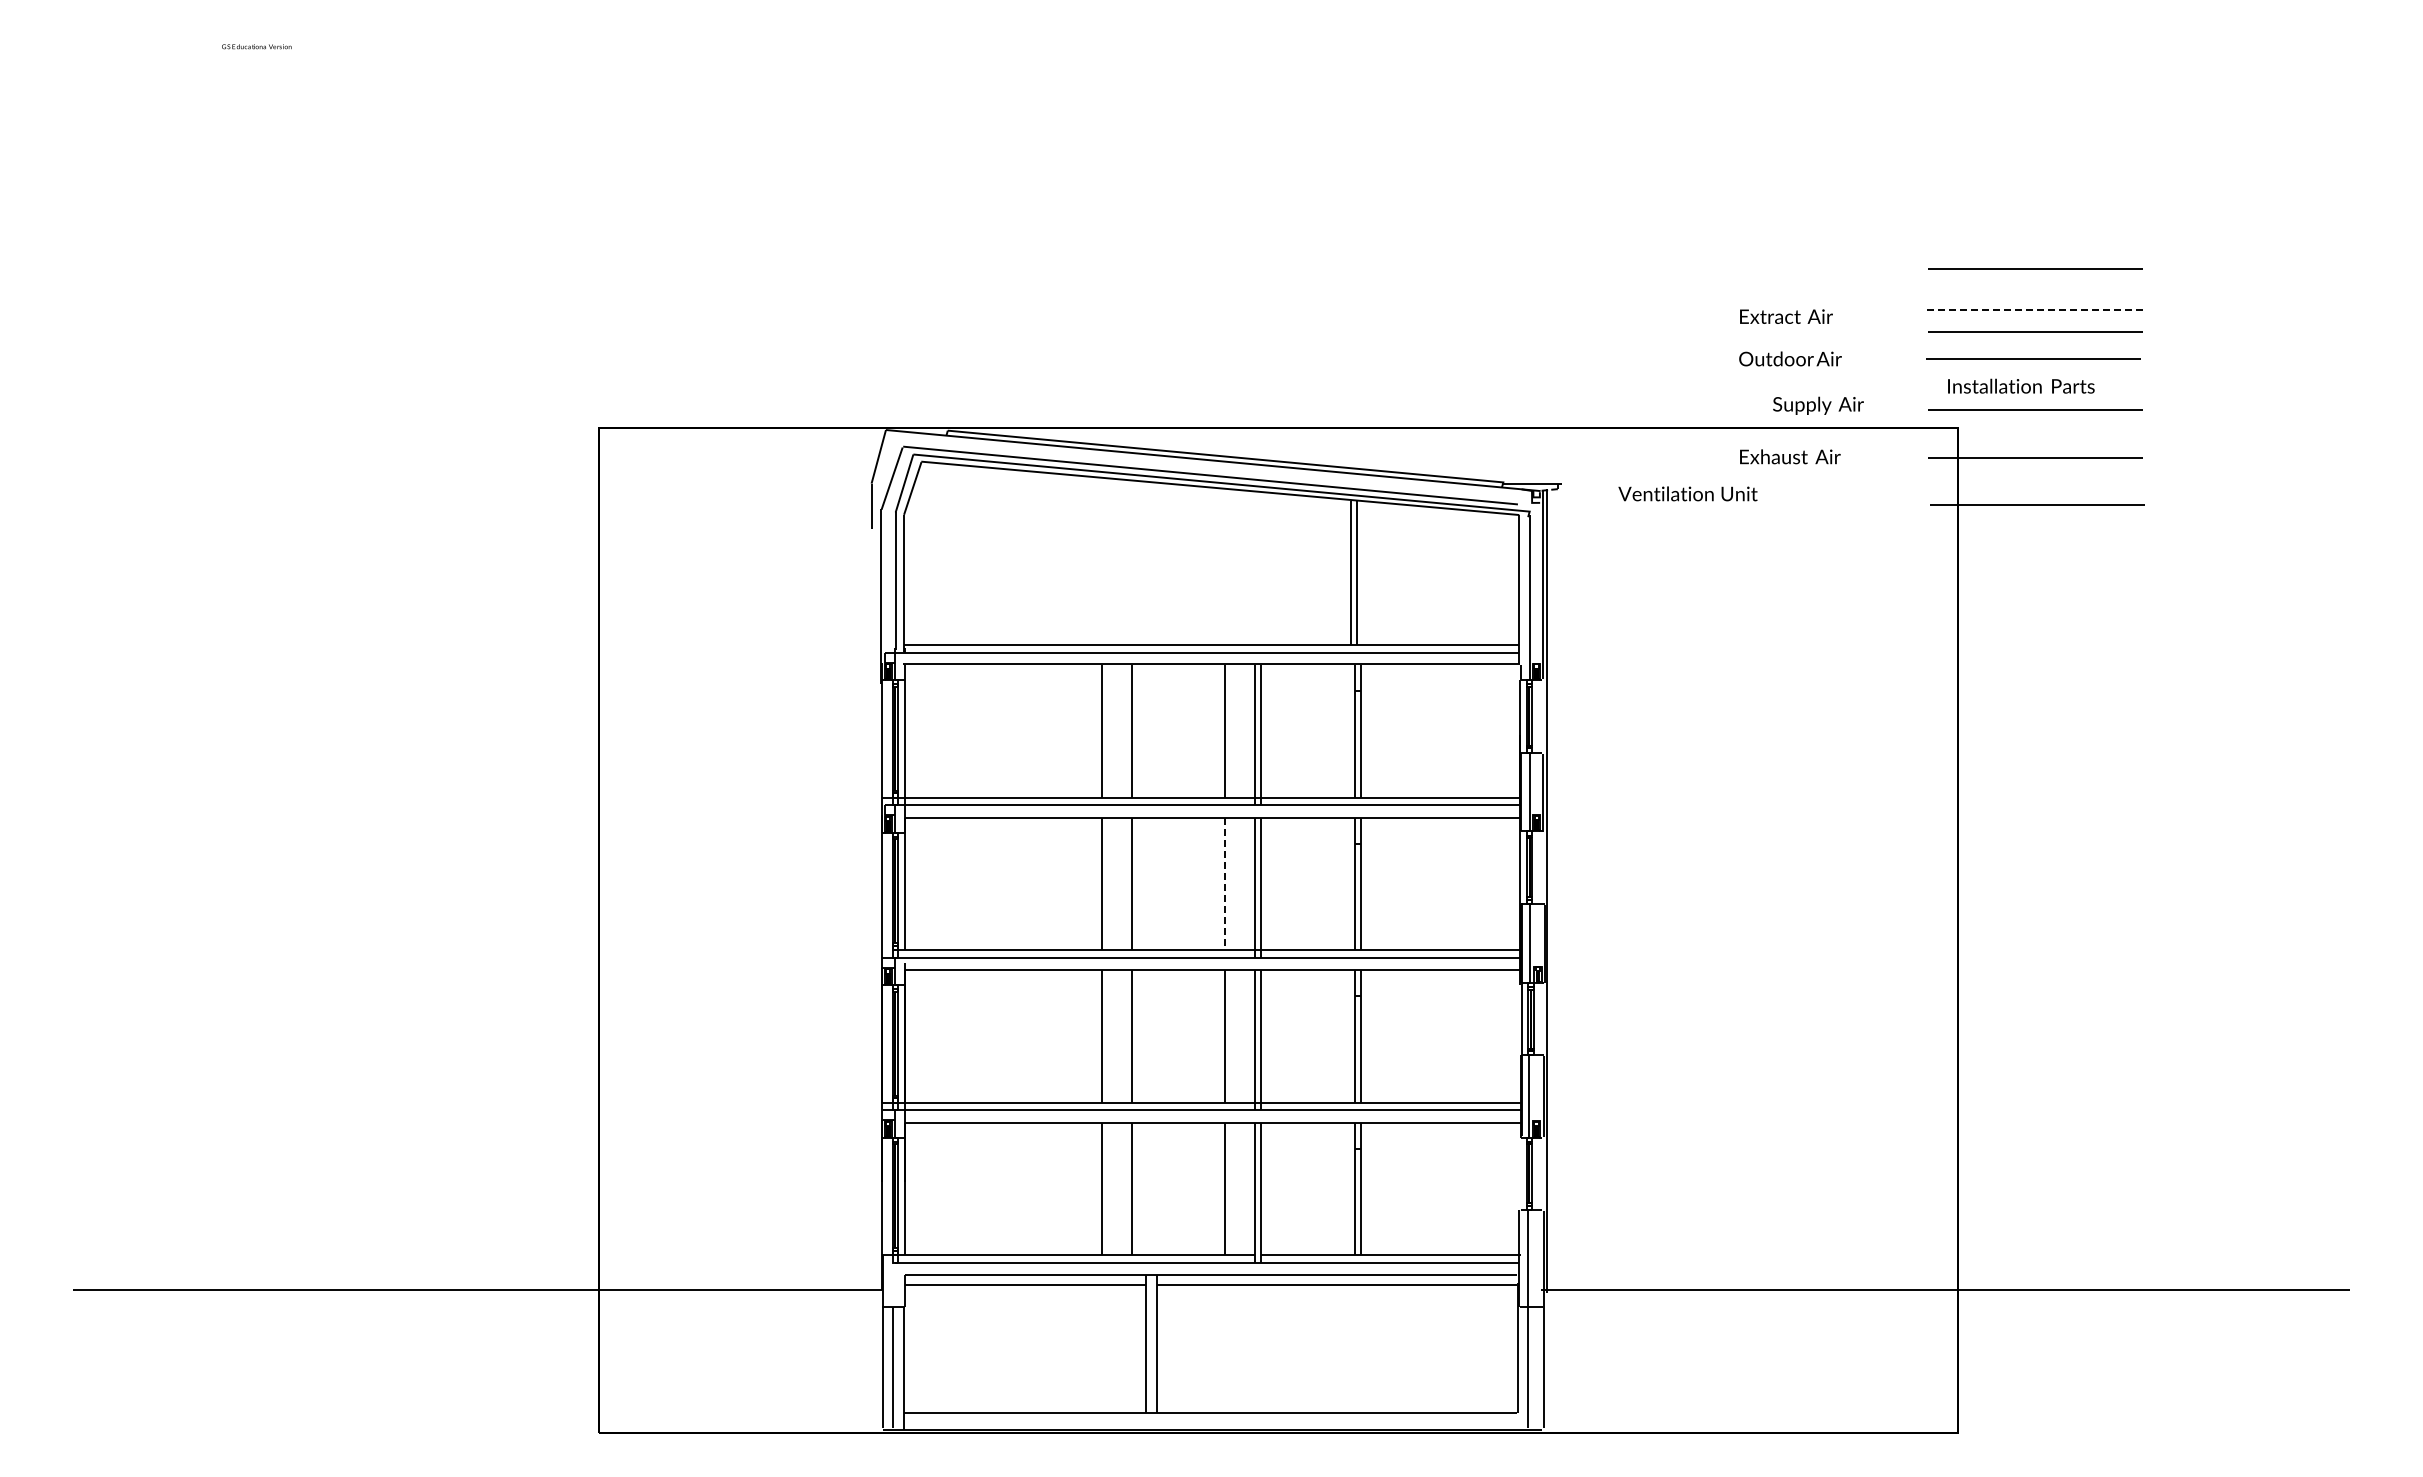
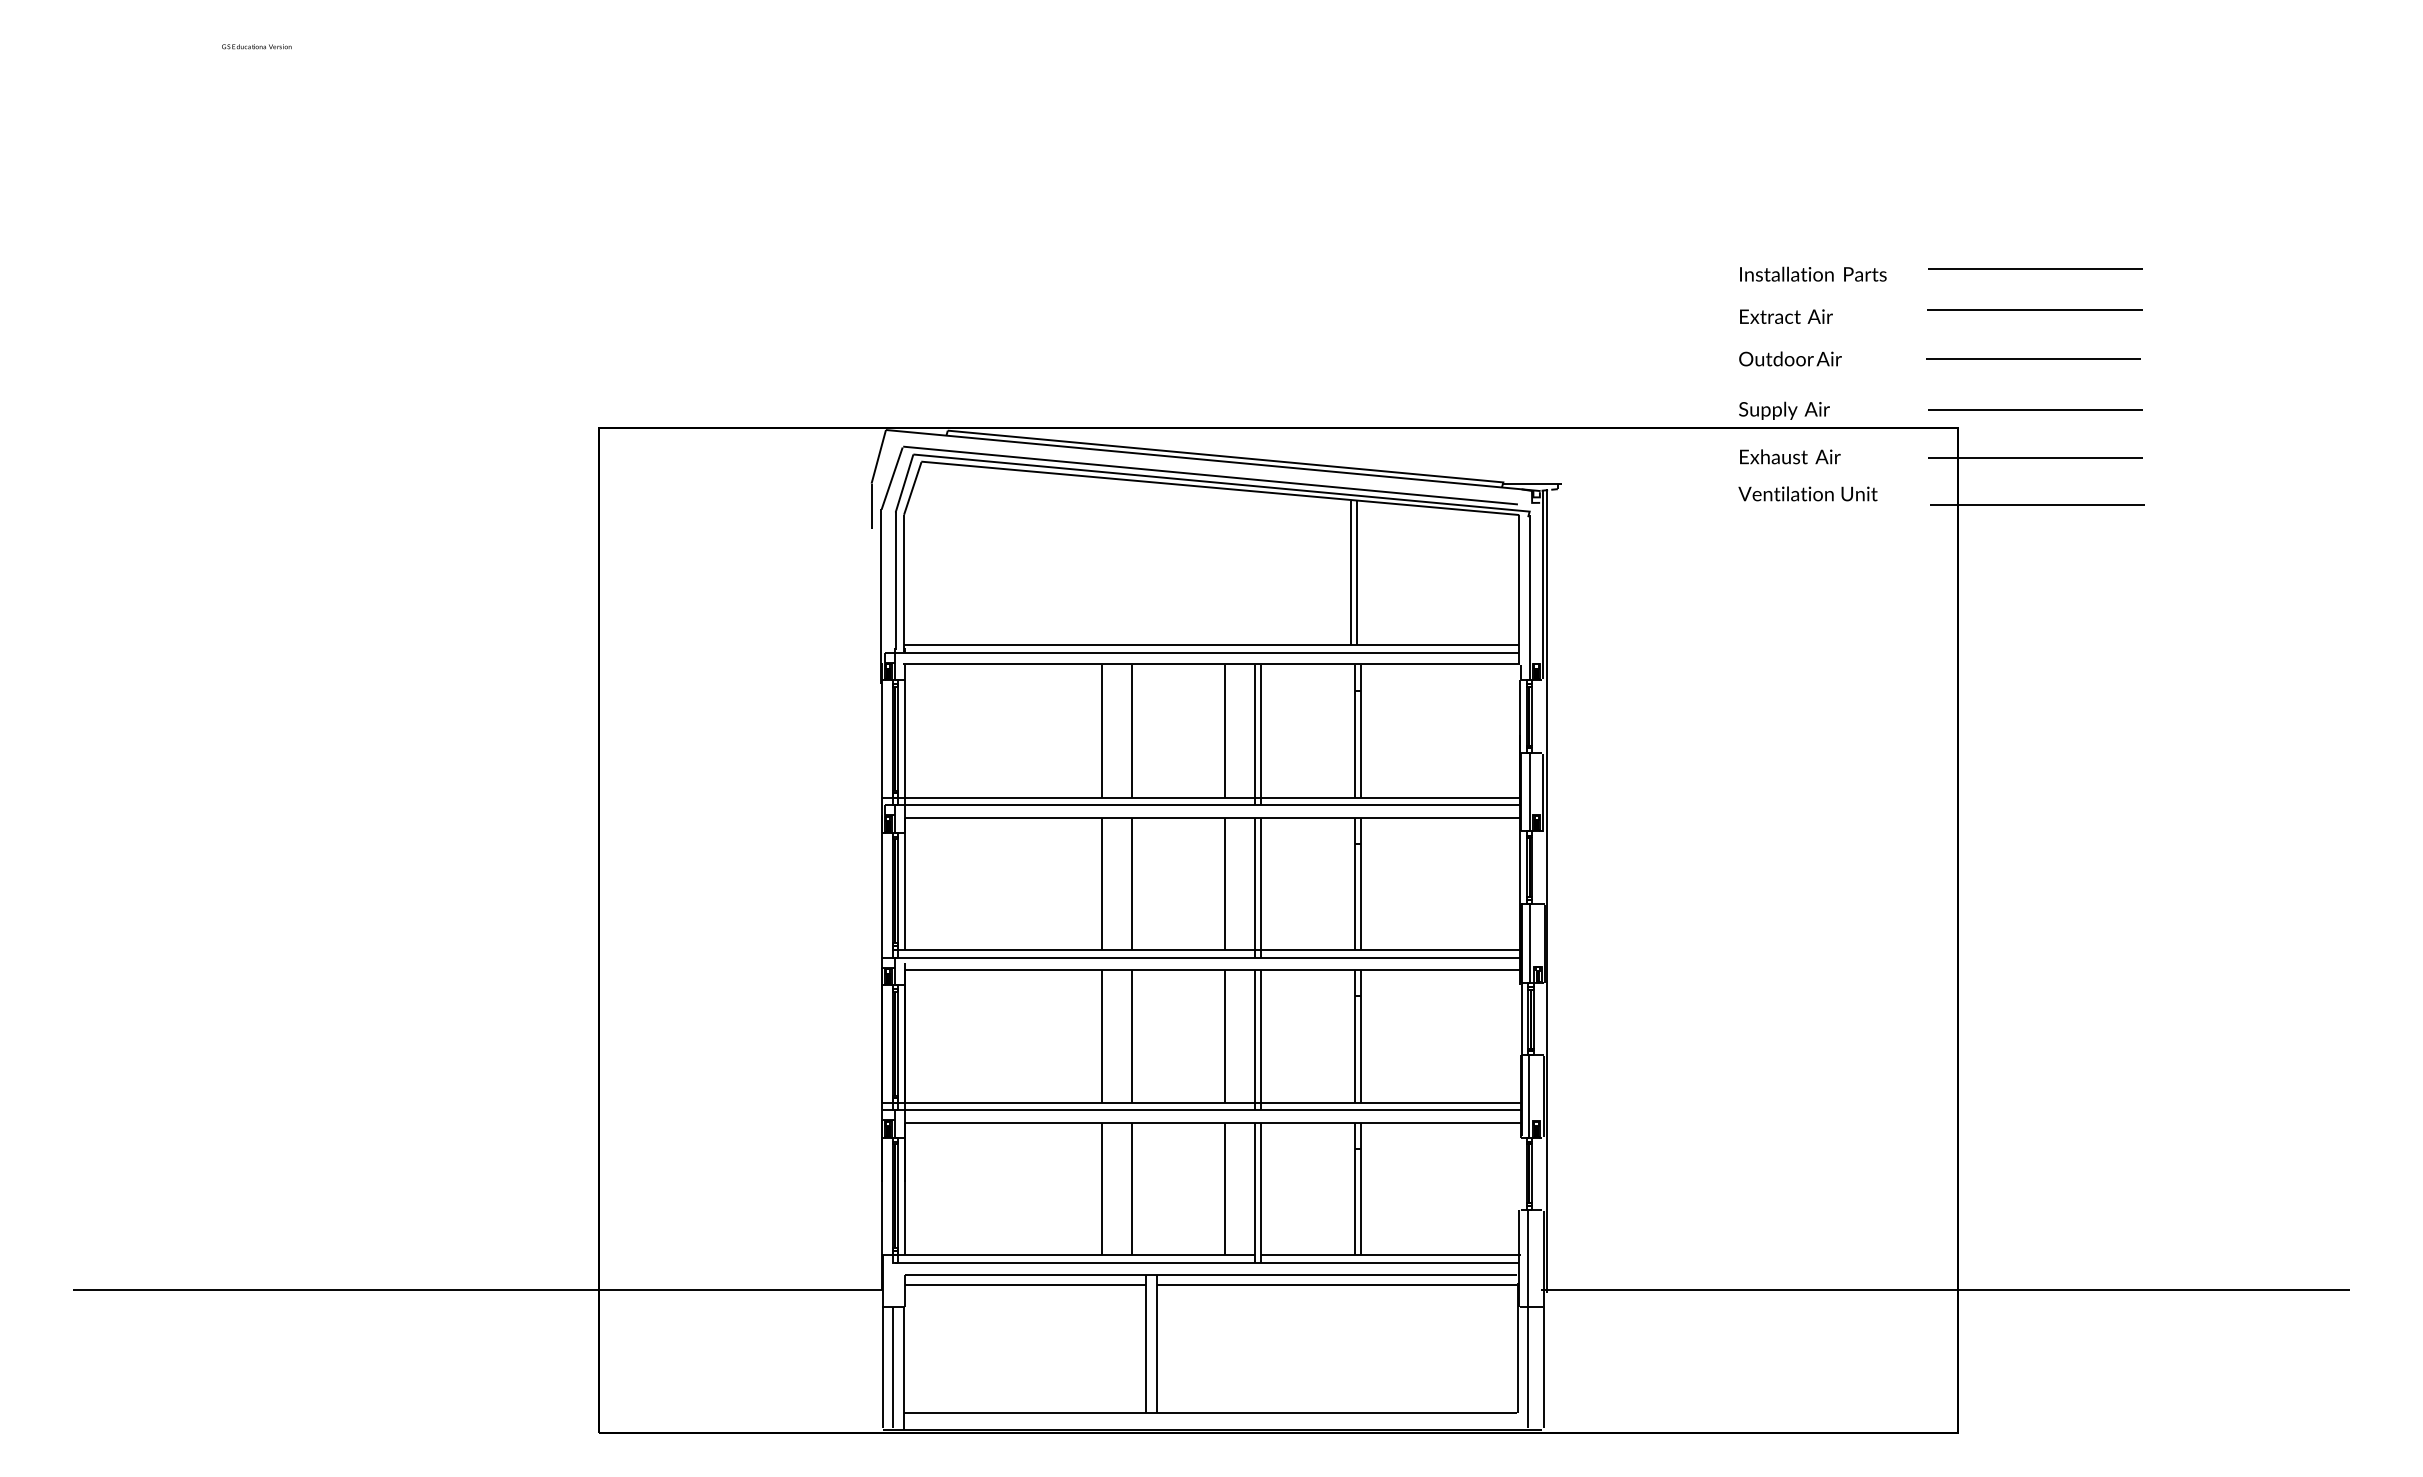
line at (2034, 309): dashed -> solid
line at (2035, 331): present -> none
text at (2021, 385) position: (2021, 385) -> (1813, 273)
text at (1818, 405) position: (1818, 405) -> (1784, 410)
text at (1687, 493) position: (1687, 493) -> (1807, 493)
line at (1224, 884): dashed -> solid
